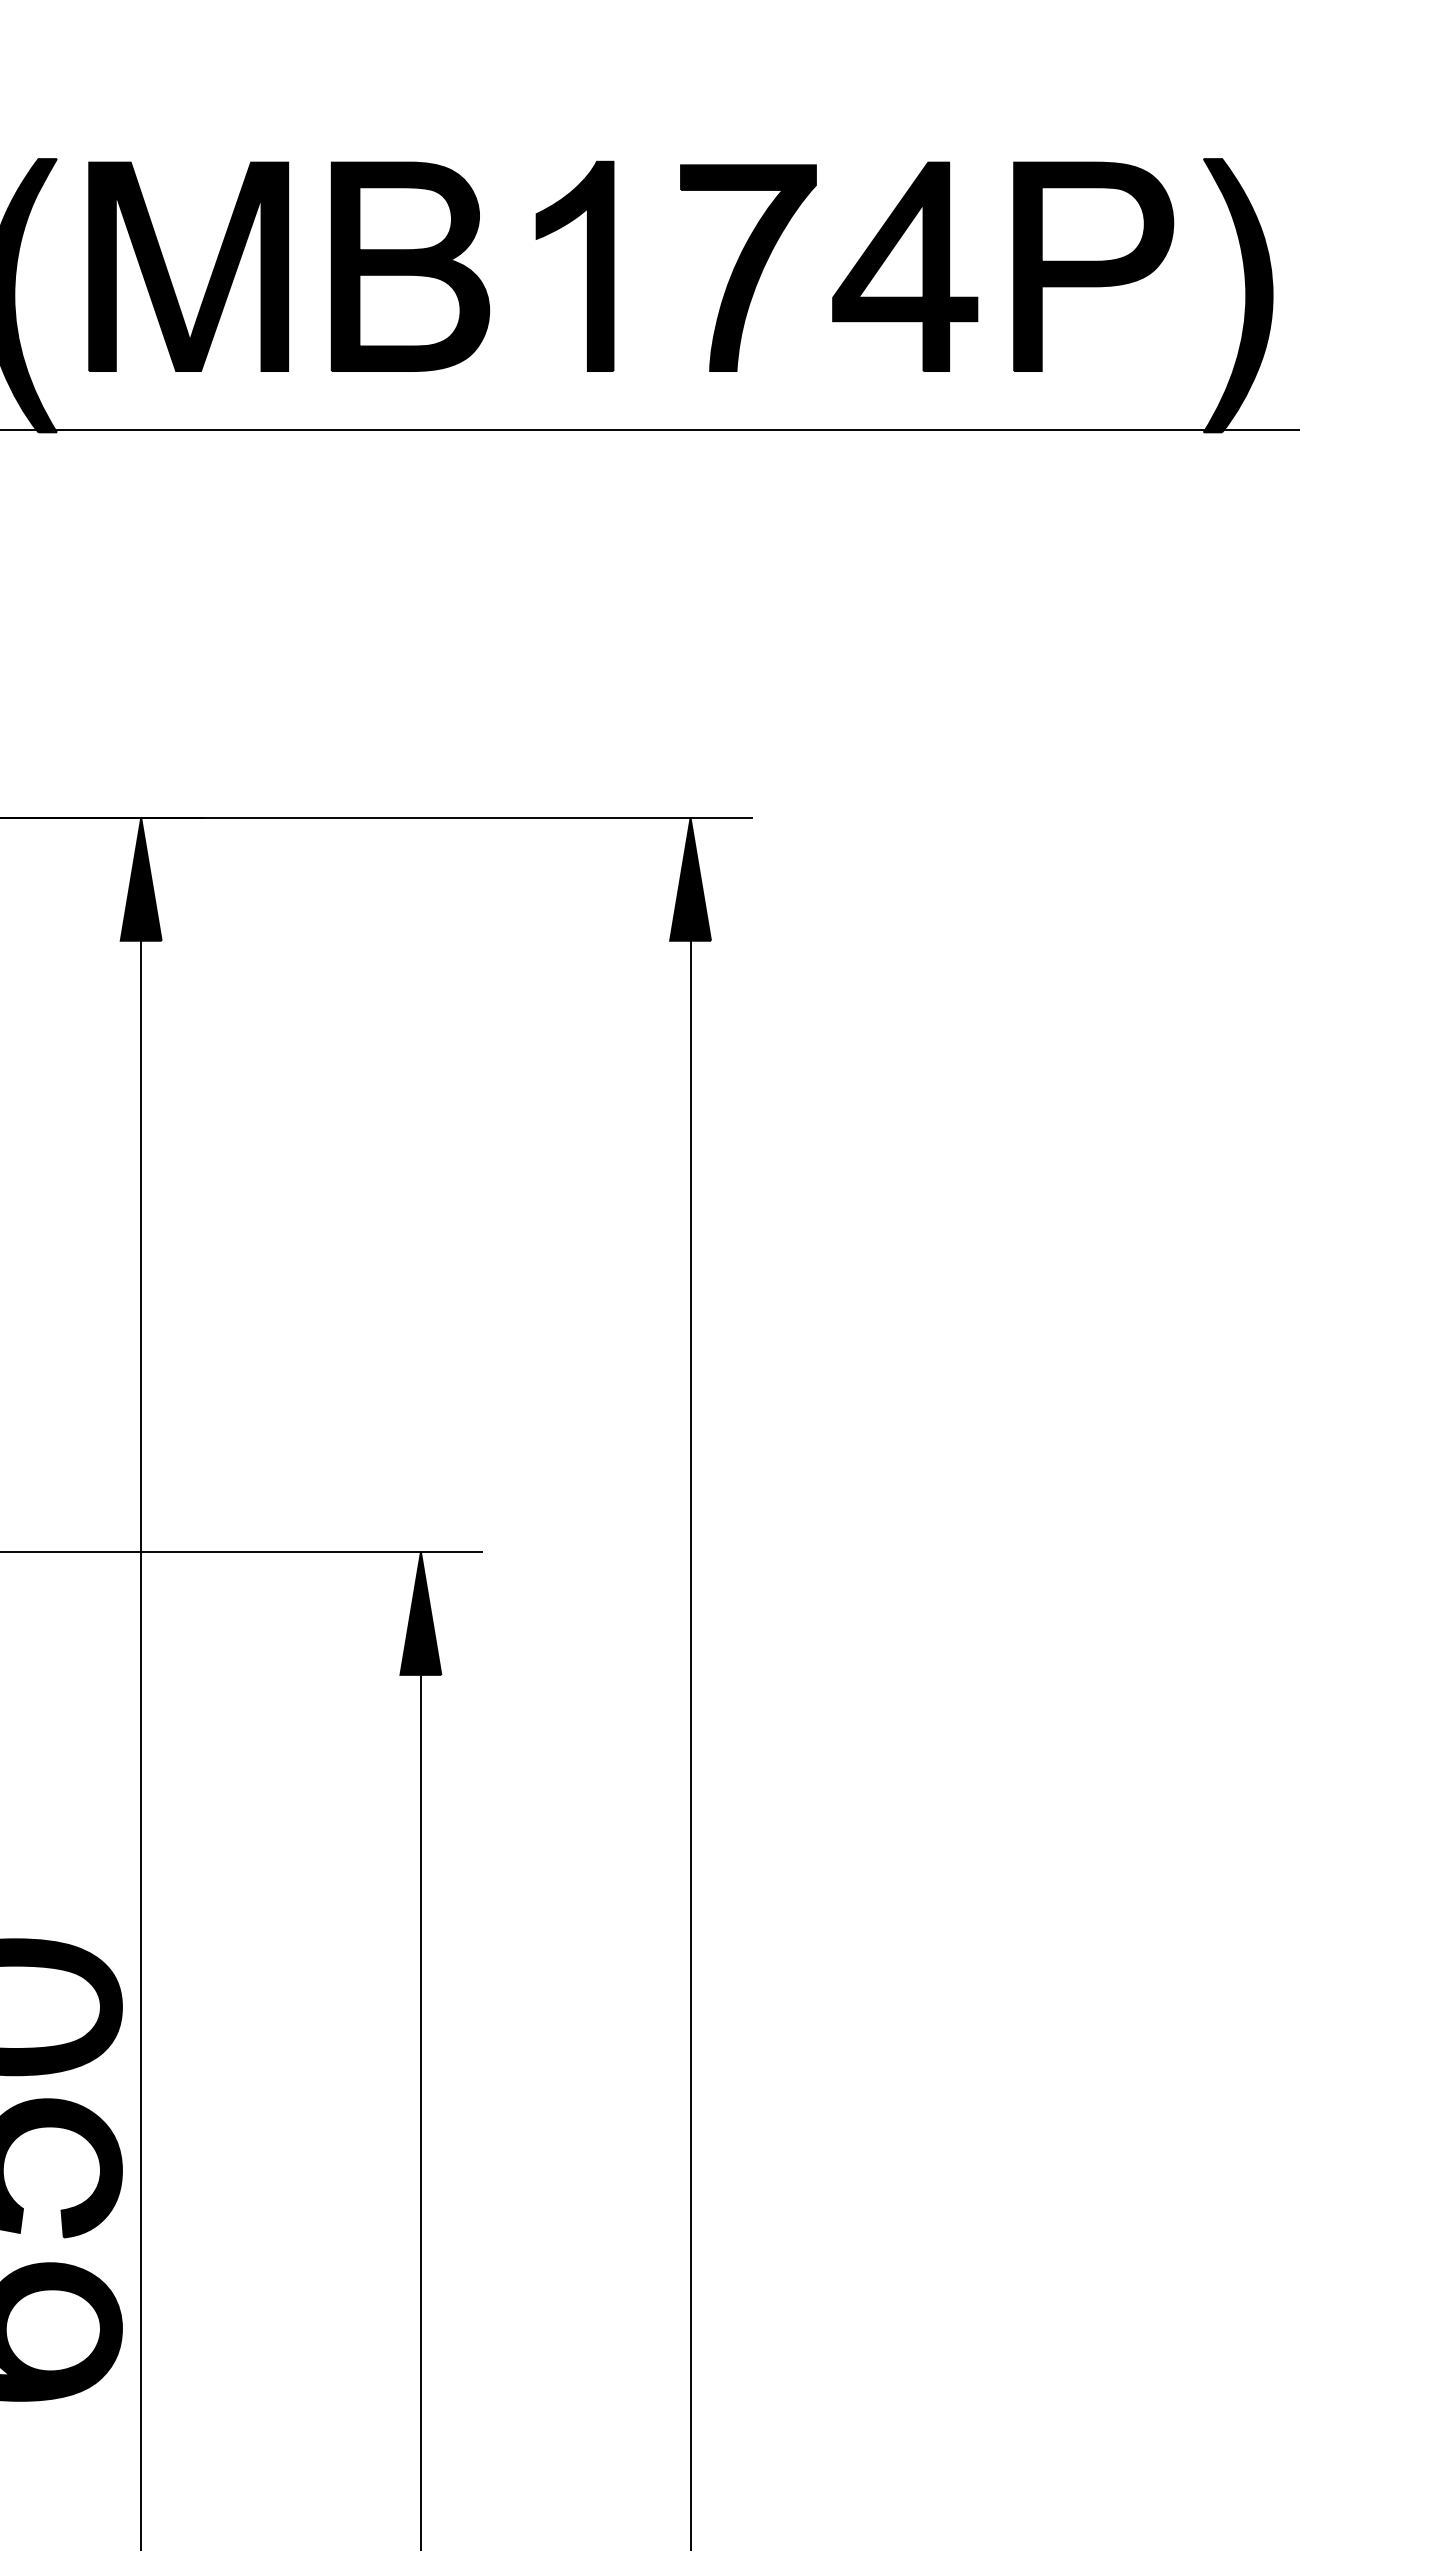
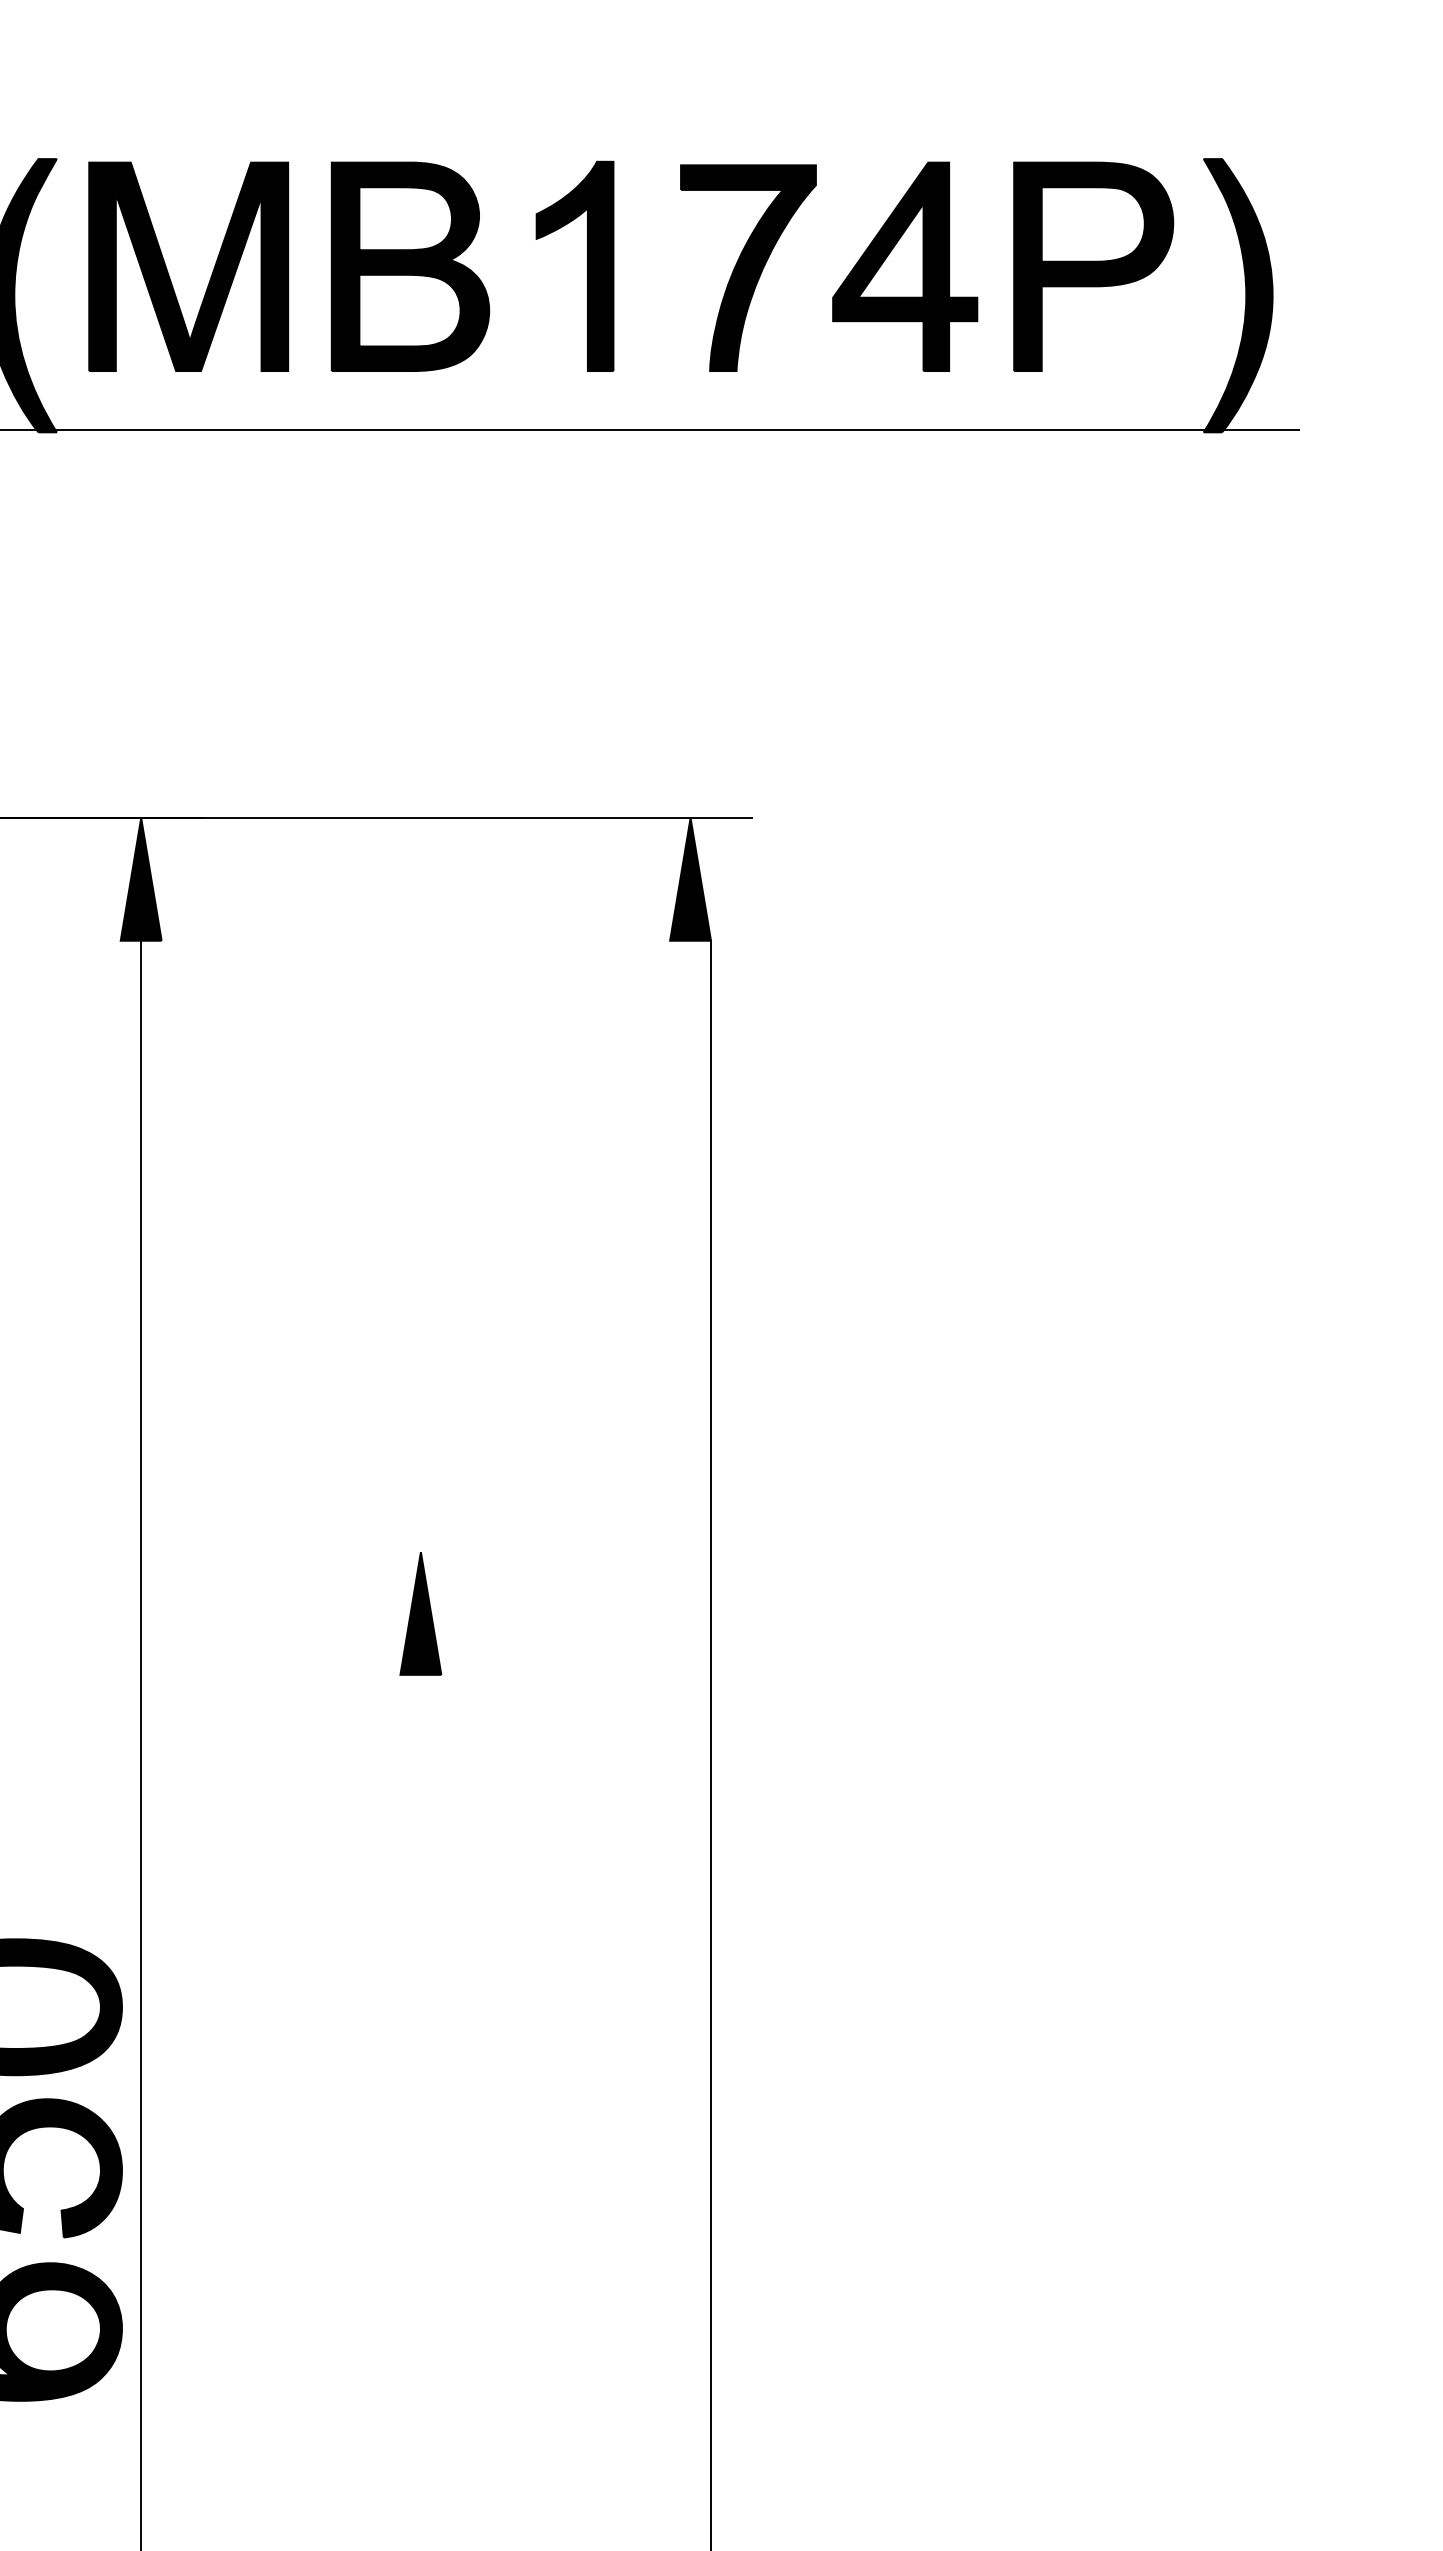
line at (242, 1552): present -> none
line at (690, 1743) position: (690, 1743) -> (710, 1743)
line at (420, 2110): present -> none
